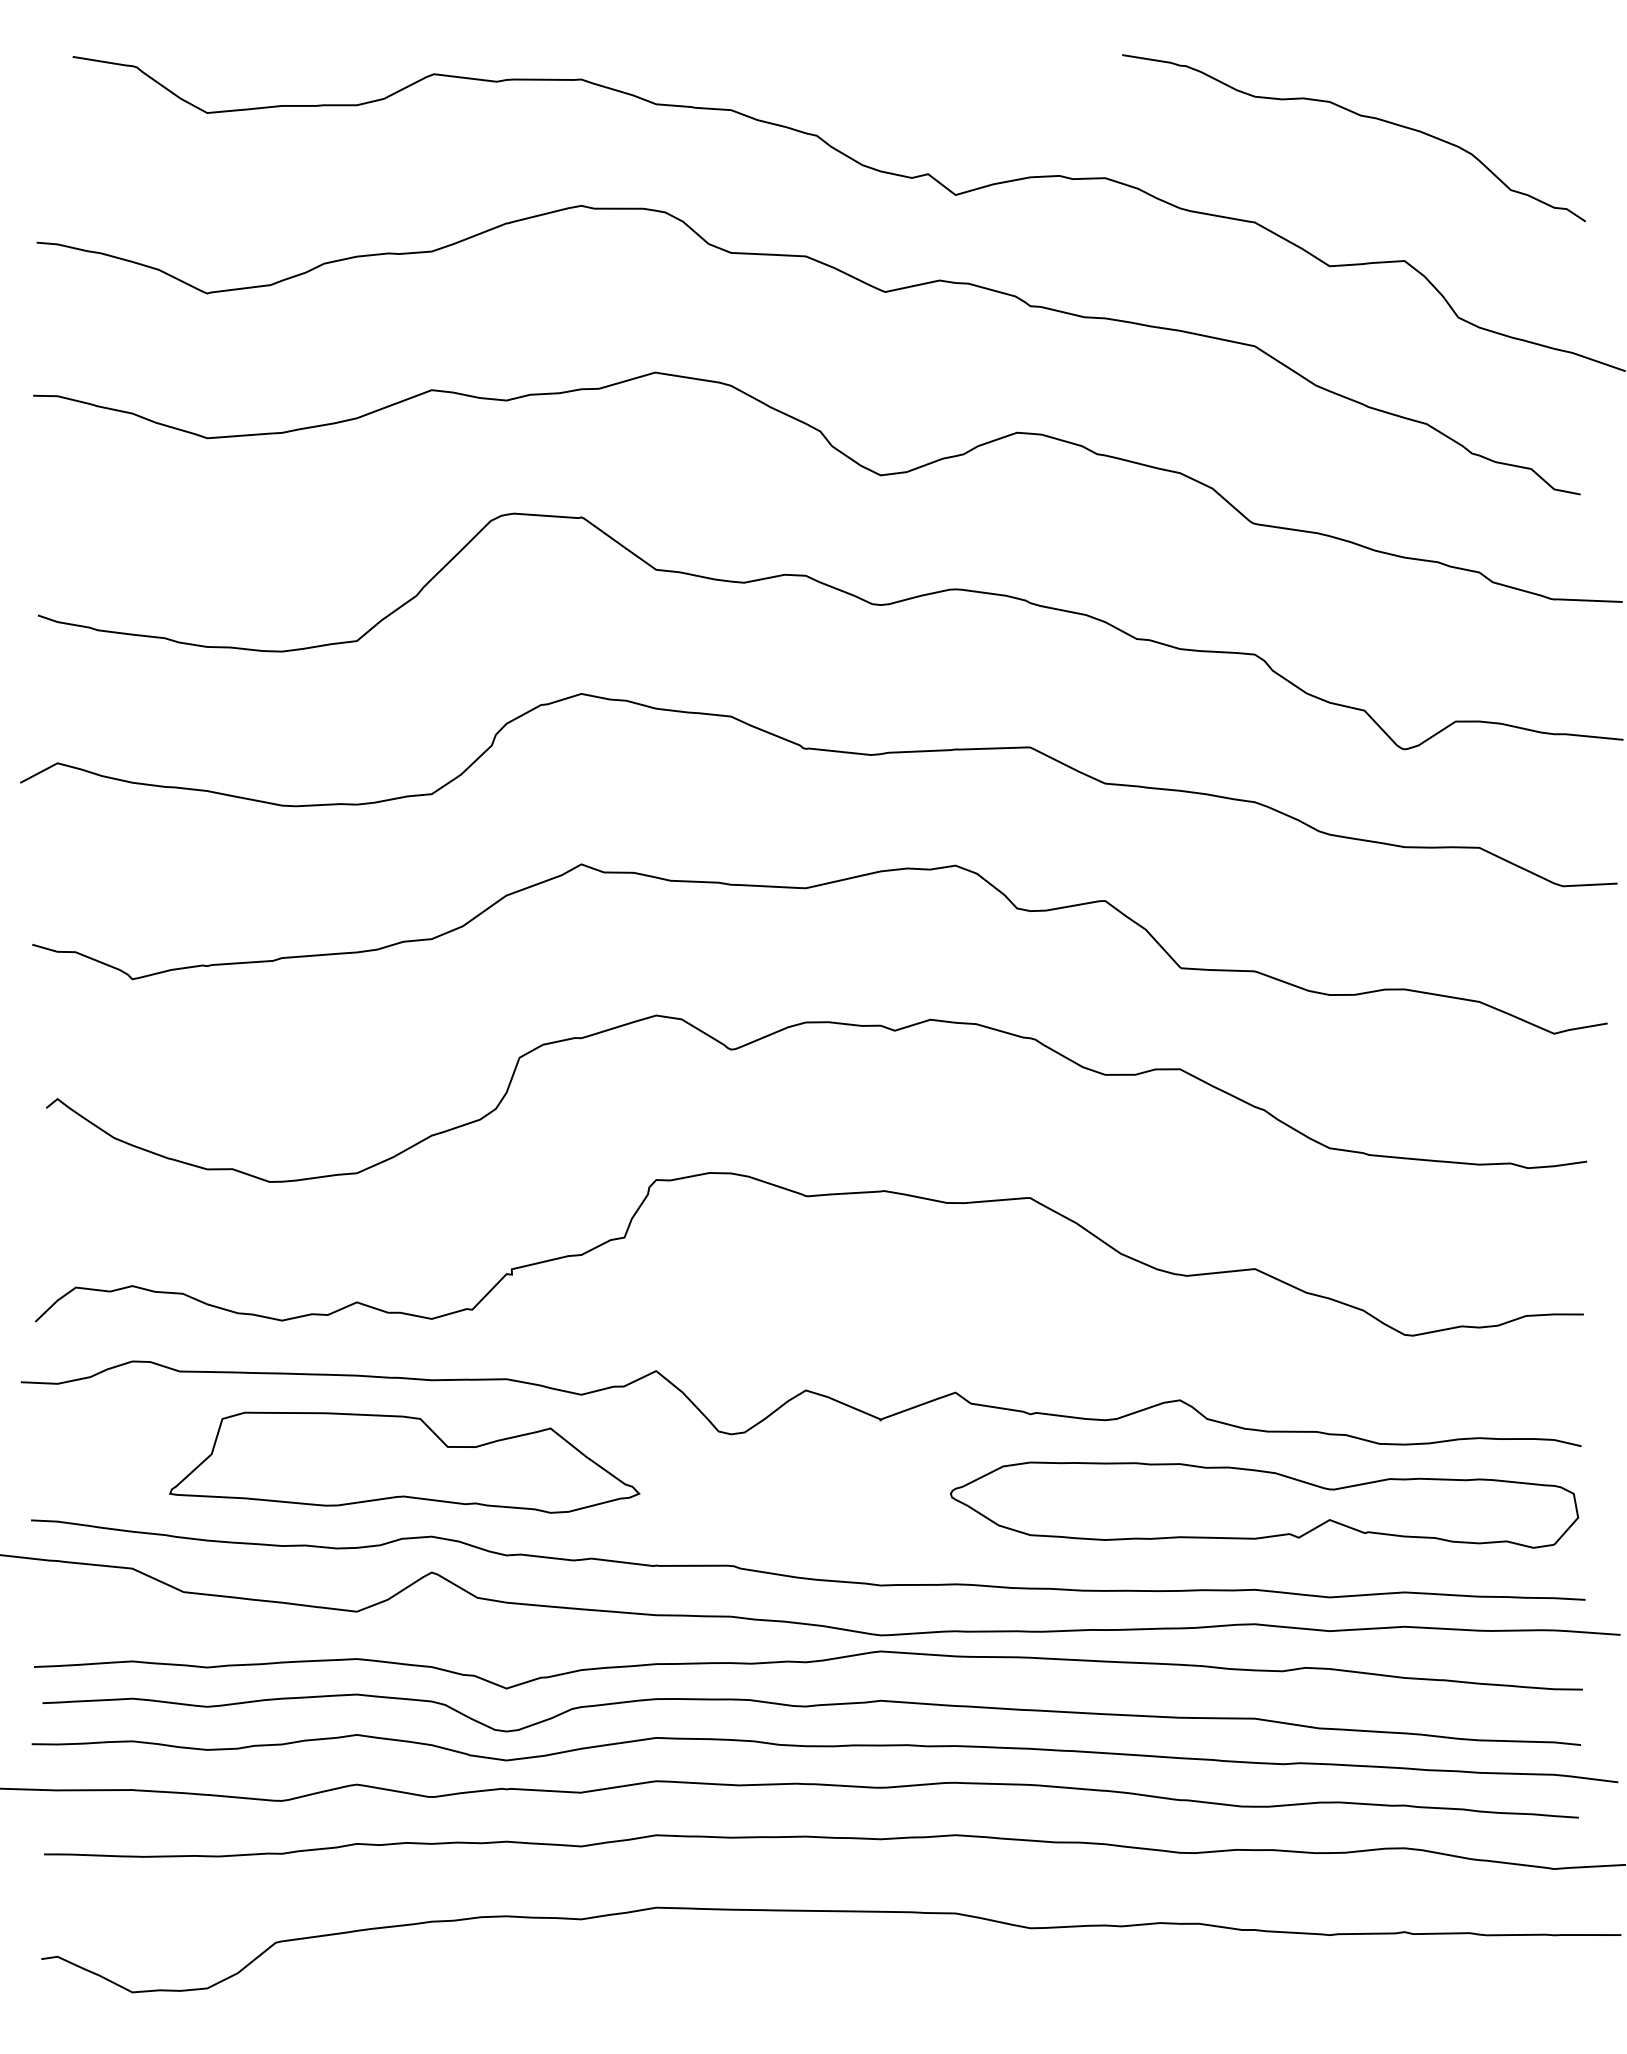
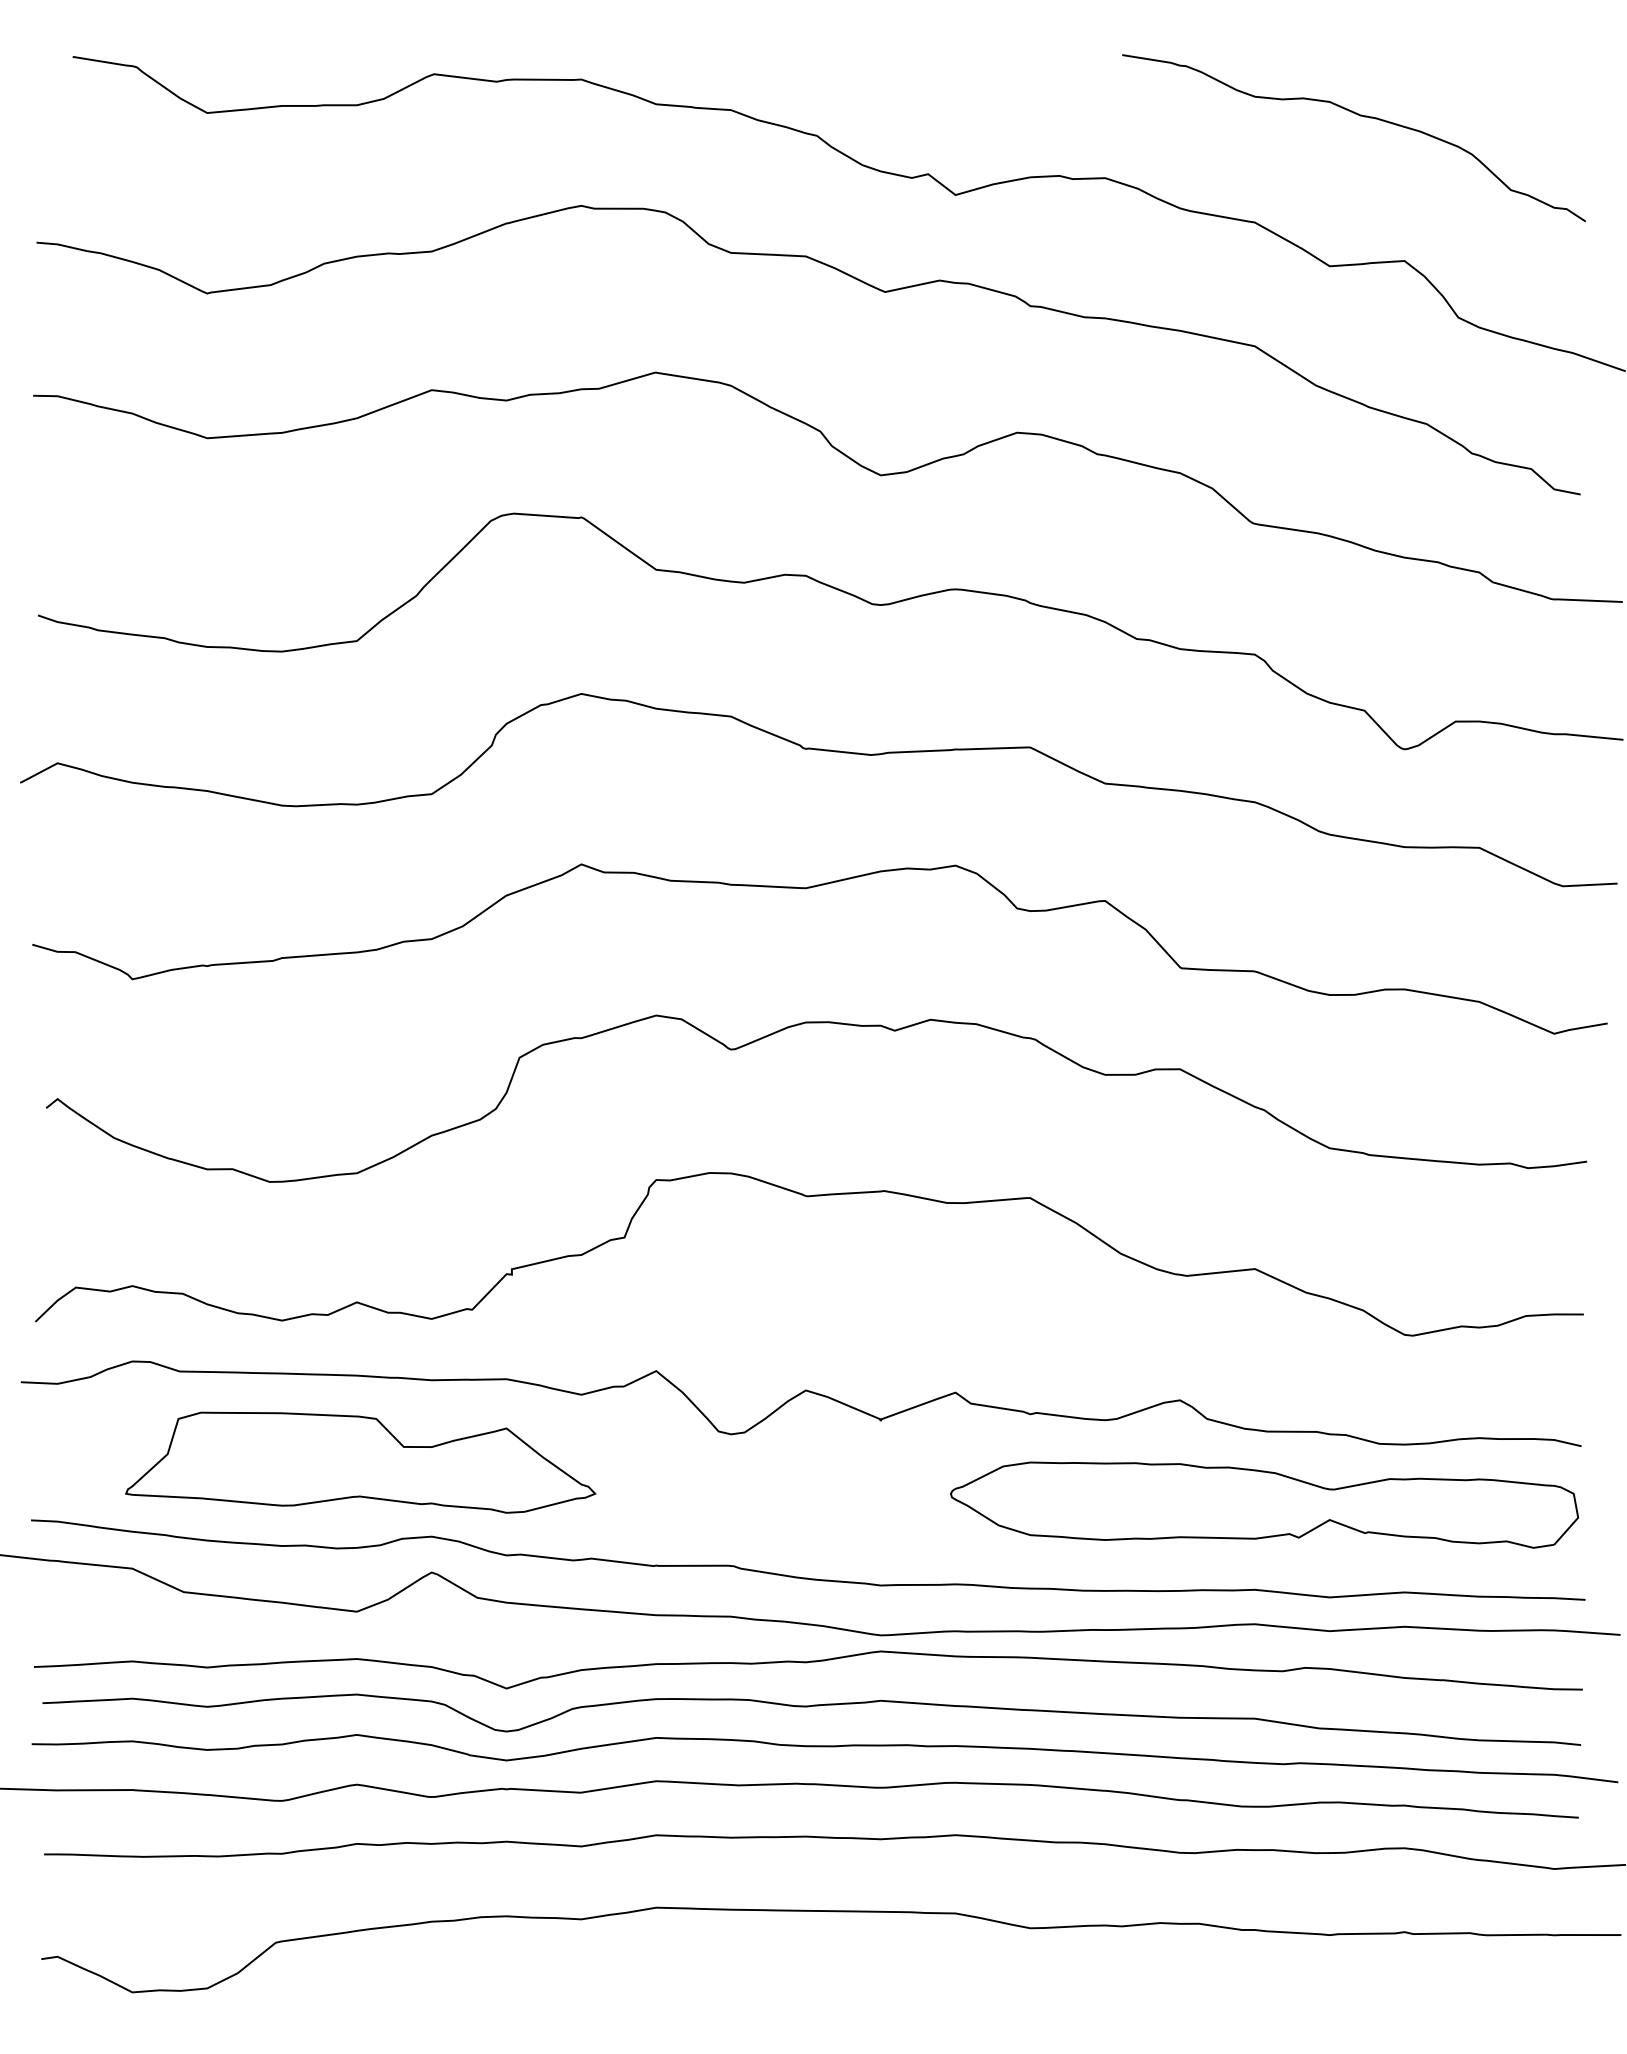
part at (404, 1462) position: (404, 1462) -> (360, 1462)
